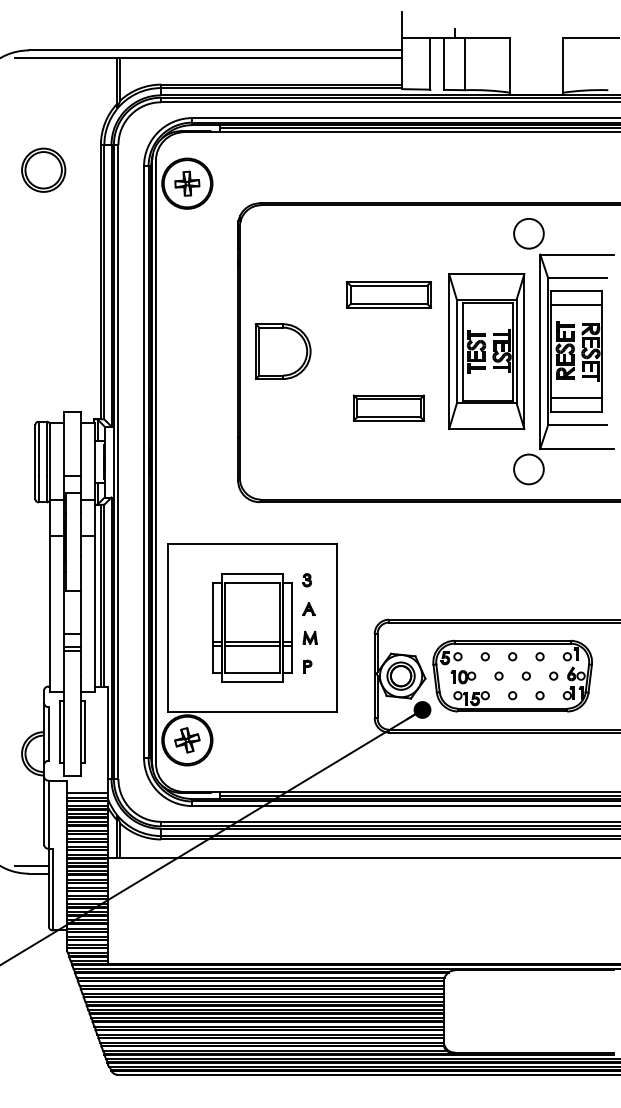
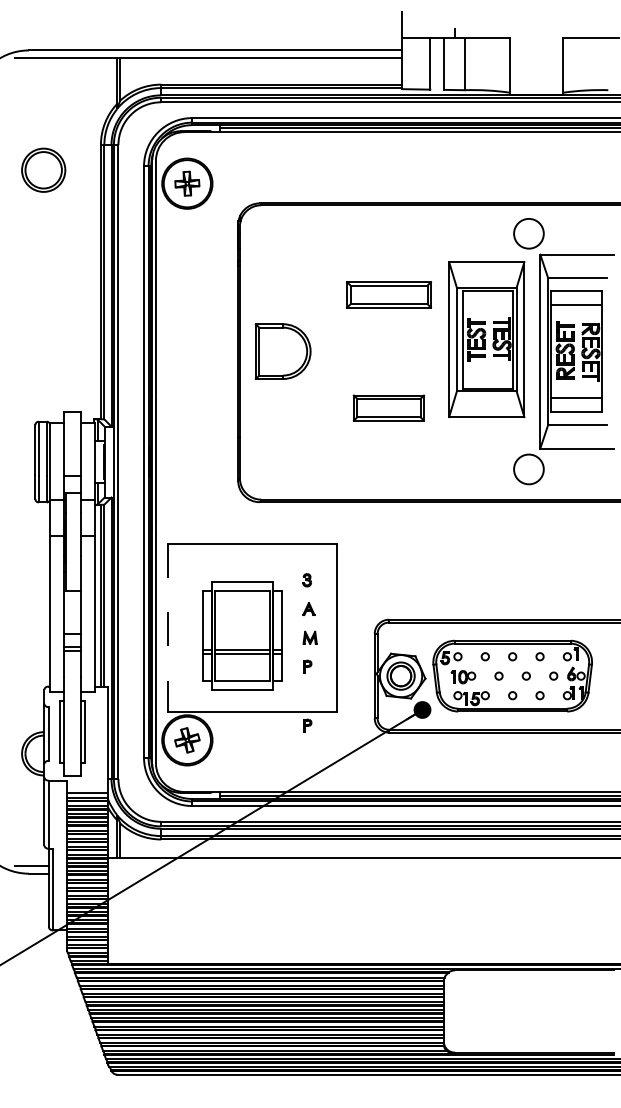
part at (486, 351) position: (486, 351) -> (486, 339)
part at (252, 627) position: (252, 627) -> (242, 635)
line at (168, 628): solid -> dashed
part at (307, 725): none -> present
